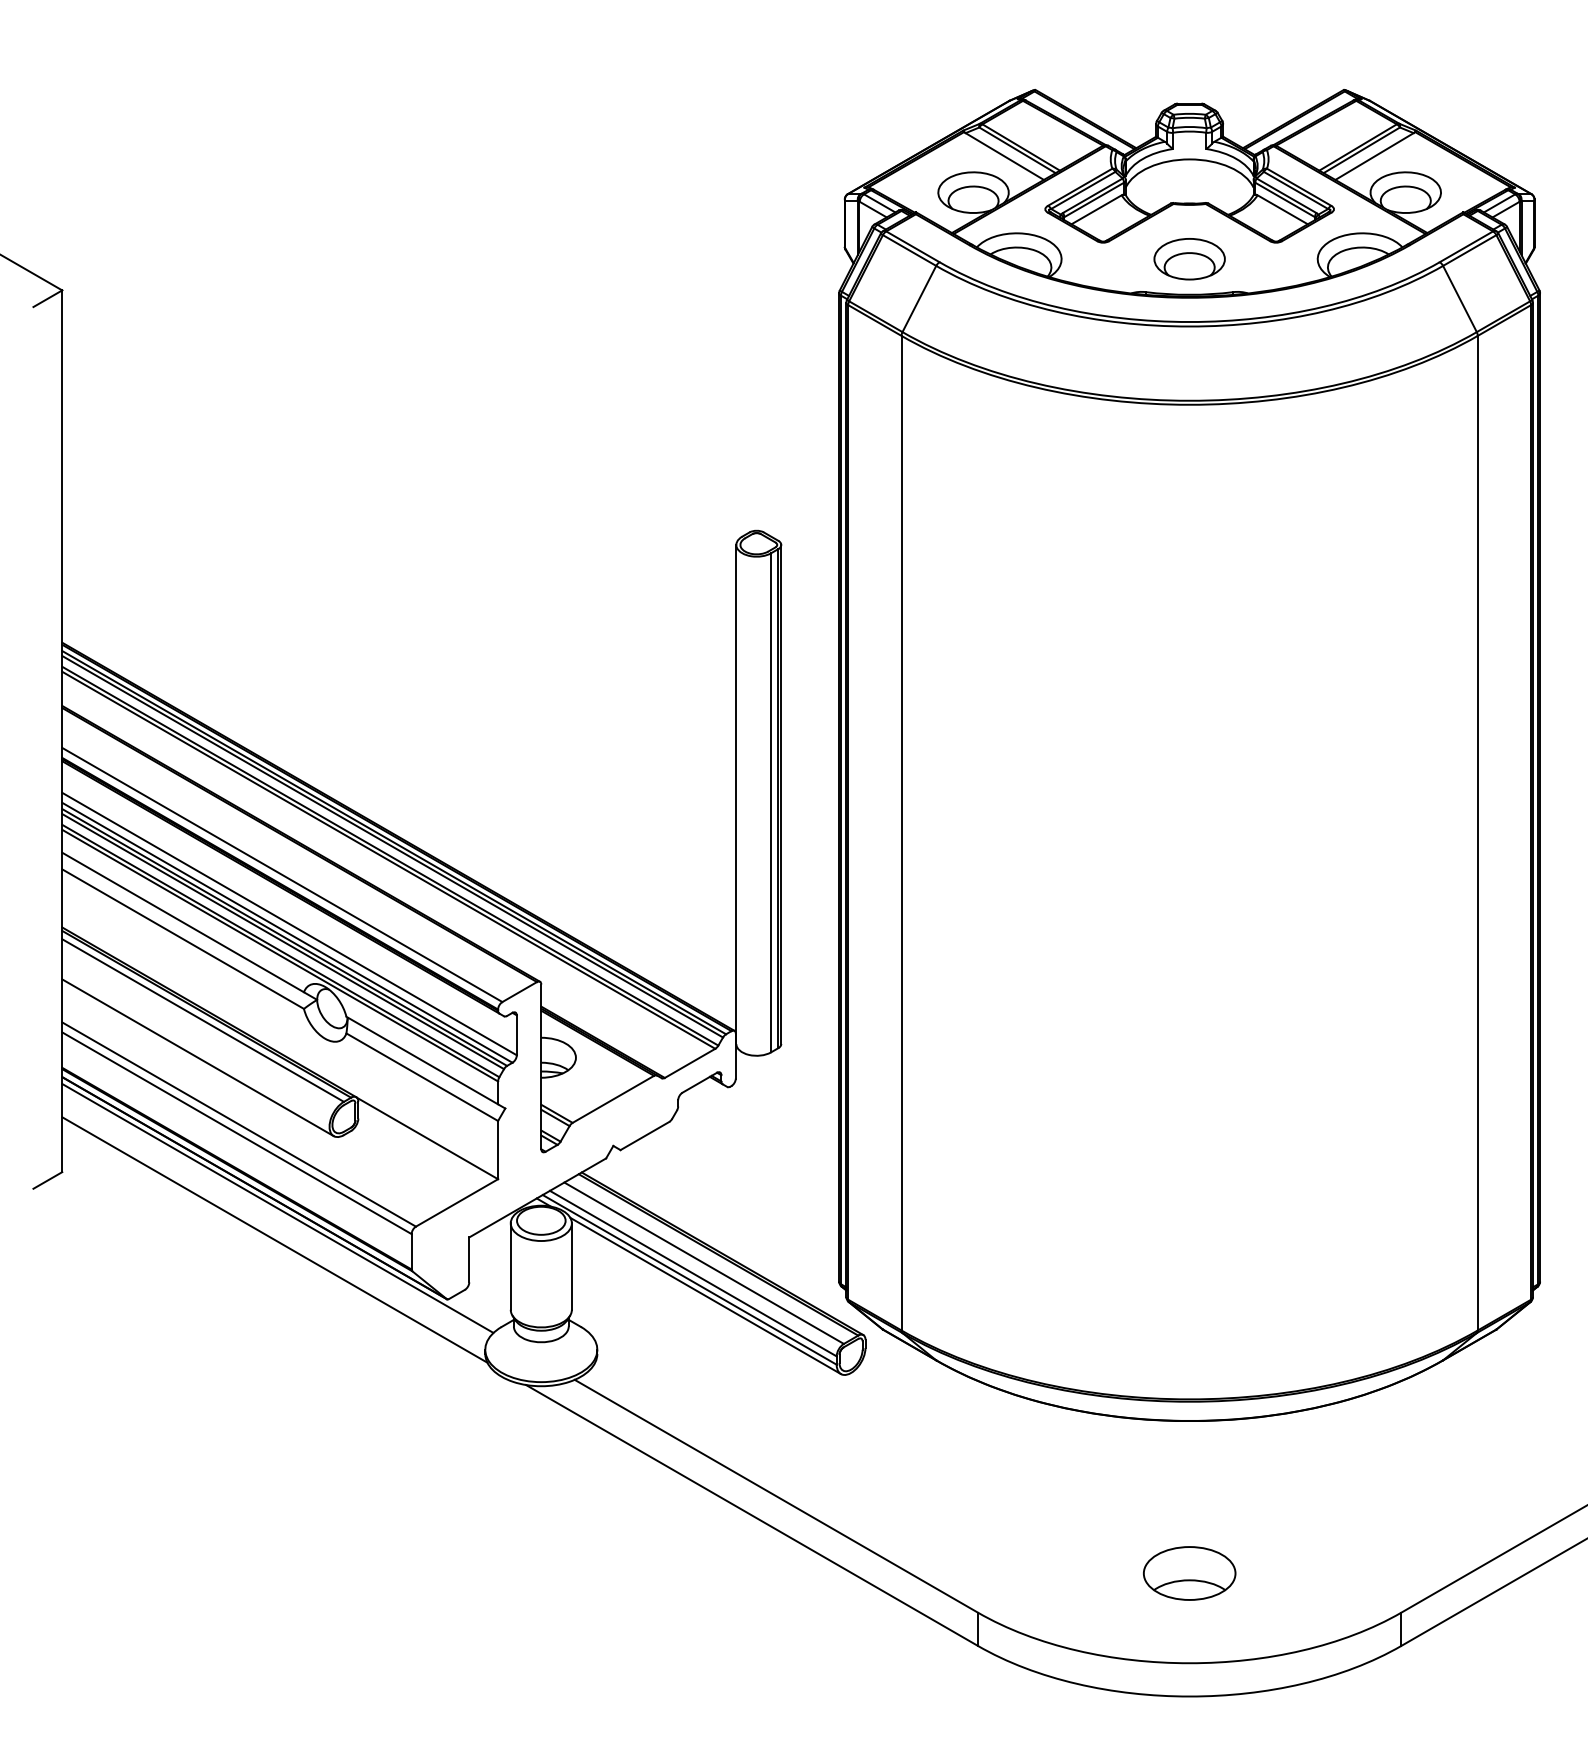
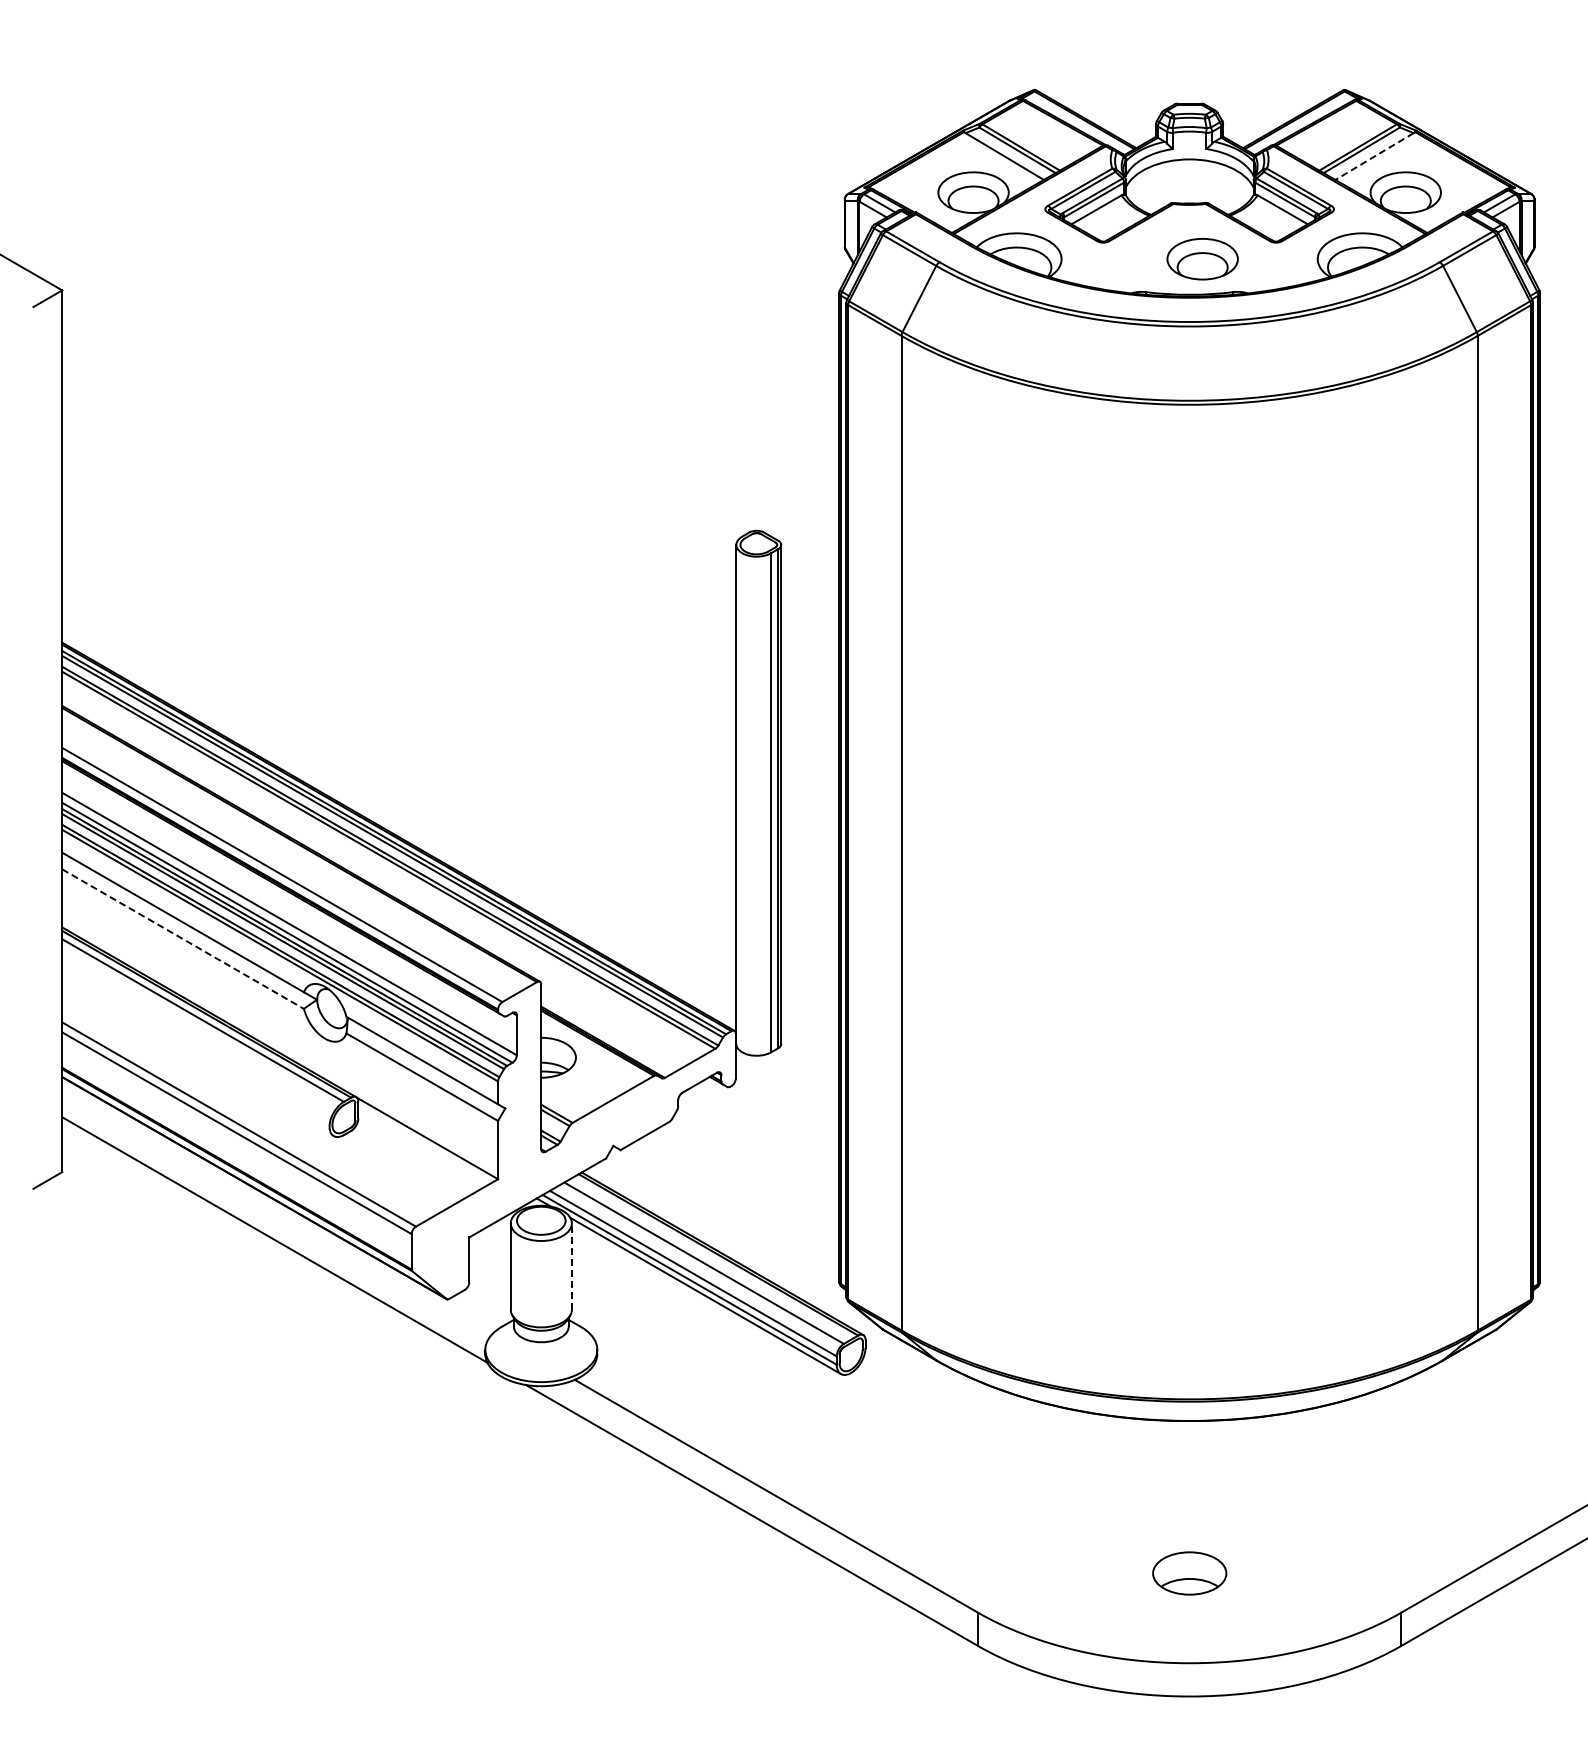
line at (1374, 156): solid -> dashed
part at (1189, 259) position: (1189, 259) -> (1202, 259)
line at (183, 939): solid -> dashed
line at (197, 1057): present -> none
line at (277, 1207): present -> none
line at (571, 1266): solid -> dashed
part at (1189, 1573) size: 94x55 px -> 76x45 px
